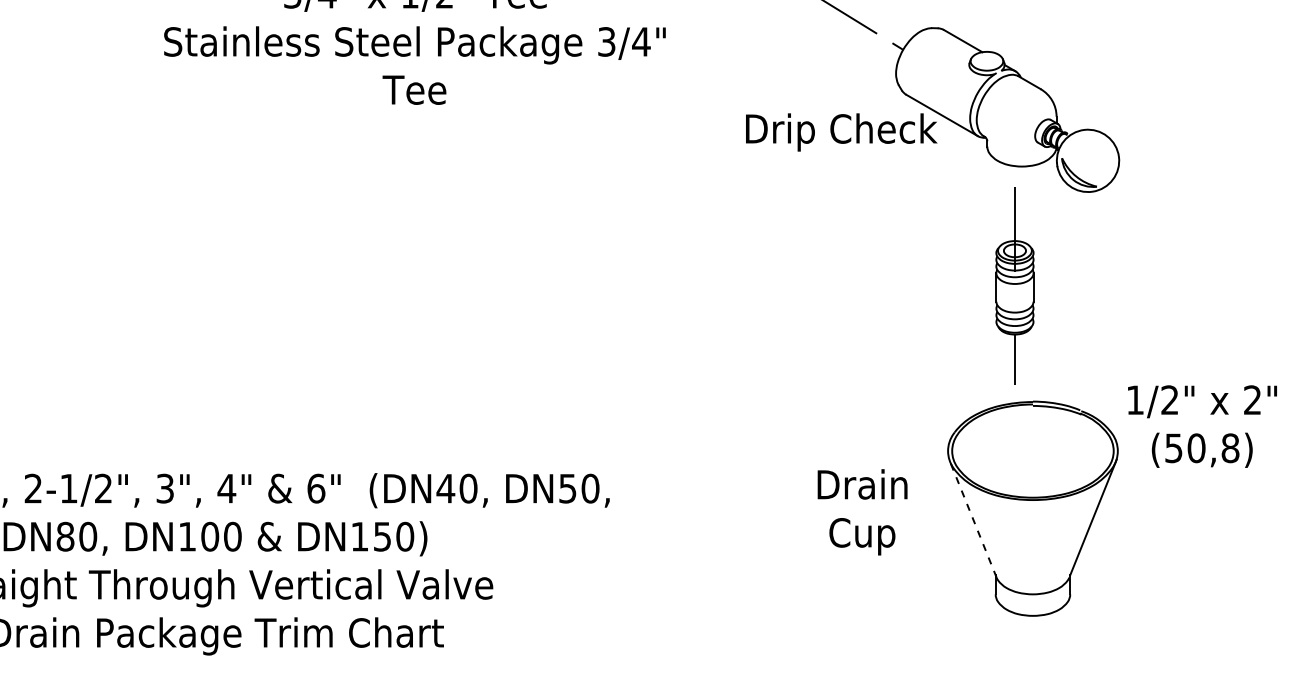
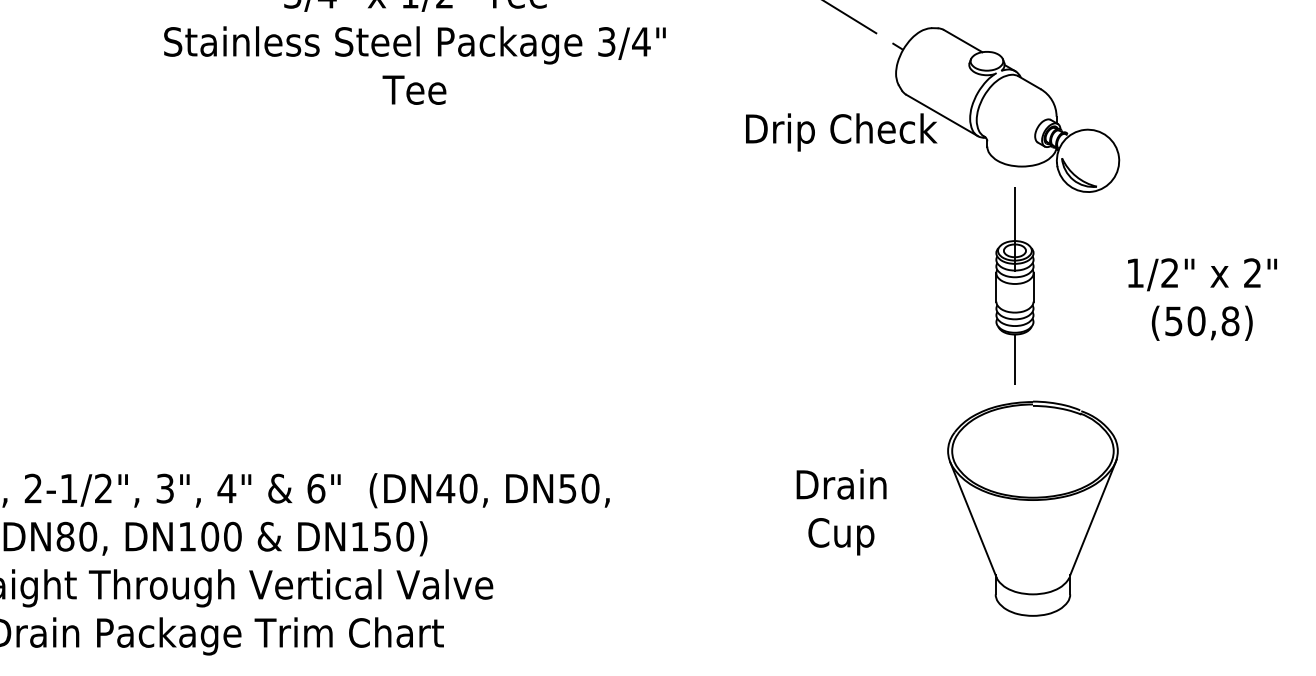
text at (1202, 426) position: (1202, 426) -> (1202, 299)
text at (862, 512) position: (862, 512) -> (841, 512)
line at (973, 519): dashed -> solid
